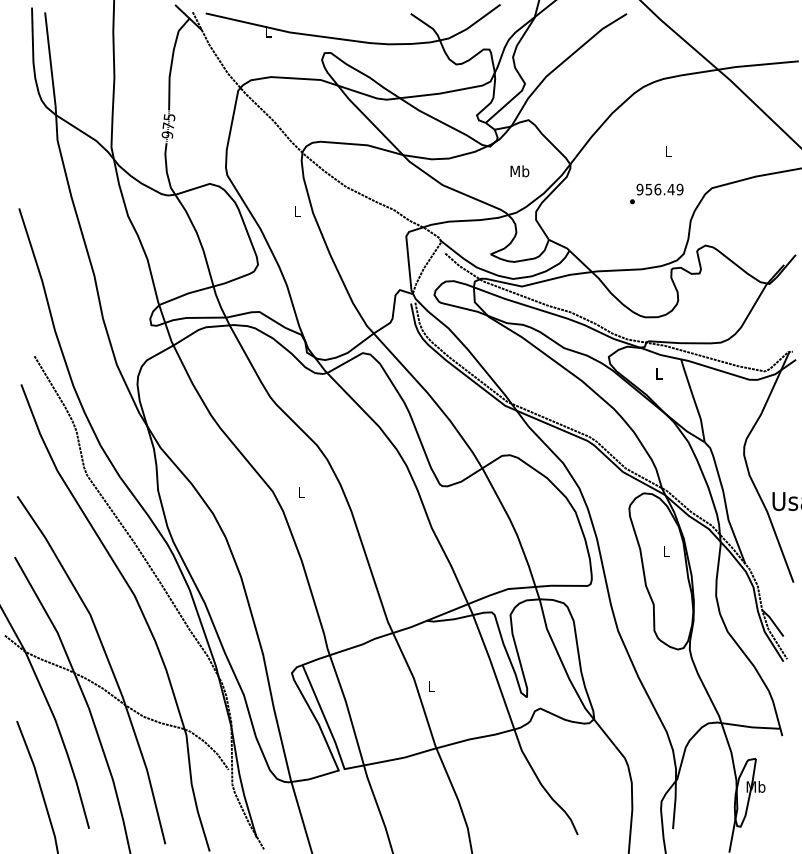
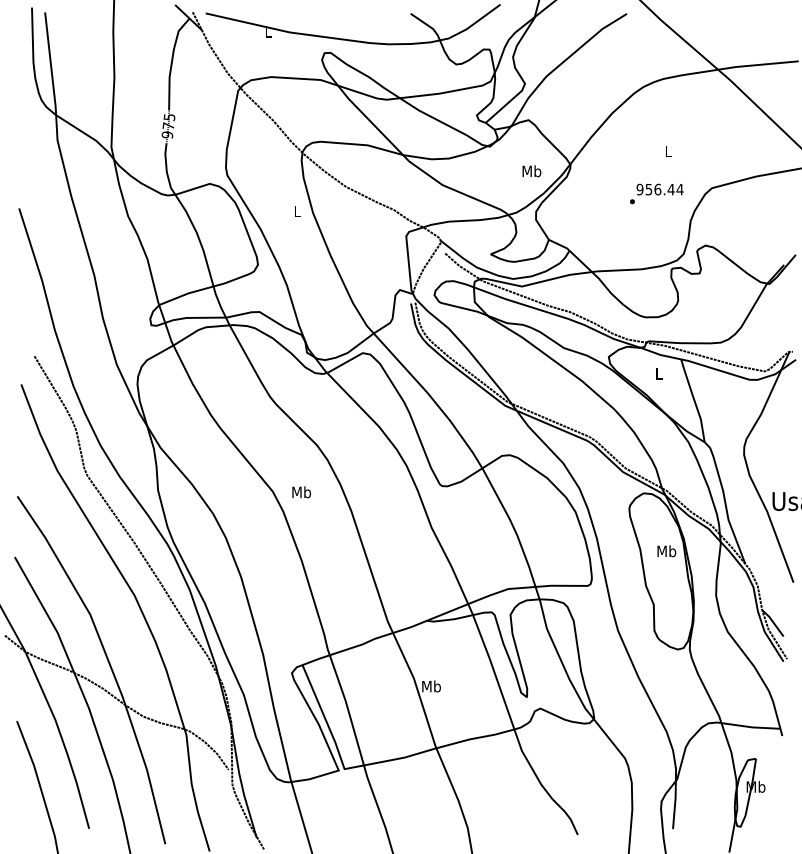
text at (519, 171) position: (519, 171) -> (531, 171)
text at (679, 189): 956.49 -> 956.44
text at (301, 492): L -> Mb
text at (666, 551): L -> Mb
text at (431, 686): L -> Mb
